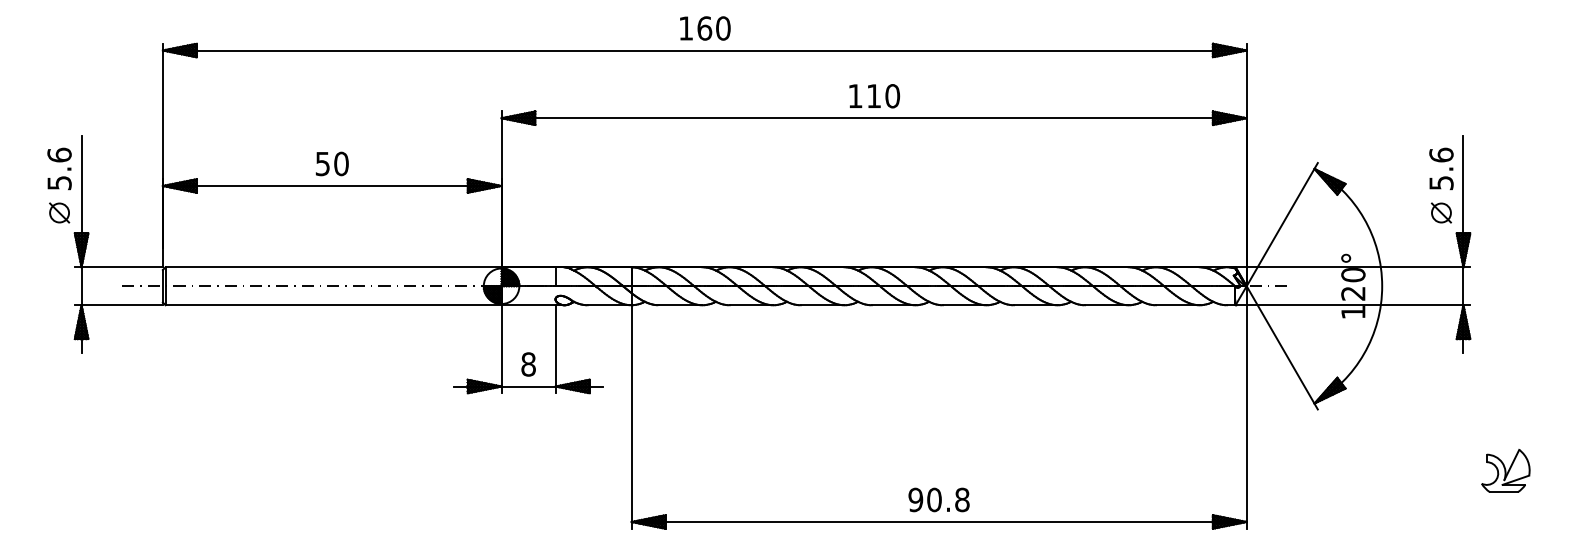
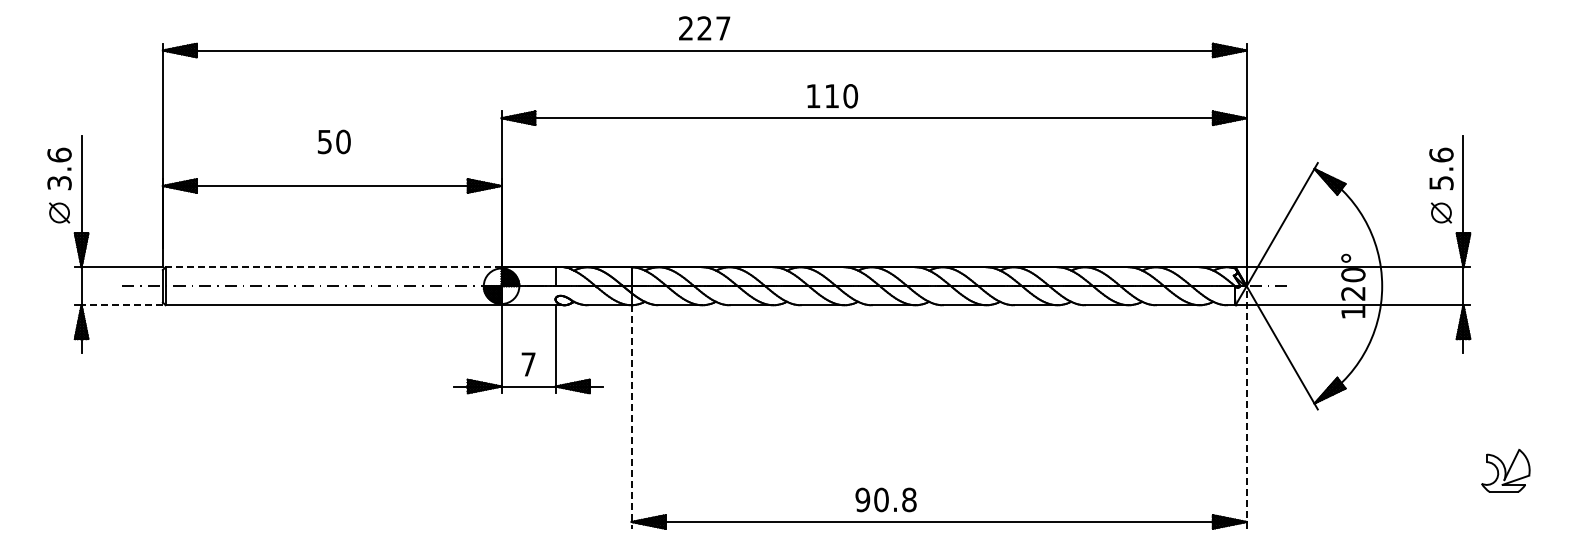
text at (704, 28): 160 -> 227
text at (874, 96) position: (874, 96) -> (832, 96)
text at (332, 163) position: (332, 163) -> (334, 141)
text at (58, 182): 5.6 -> 3.6
line at (333, 267): solid -> dashed
line at (122, 305): solid -> dashed
text at (528, 364): 8 -> 7
line at (1246, 407): solid -> dashed
line at (631, 416): solid -> dashed
text at (938, 499) position: (938, 499) -> (885, 499)
